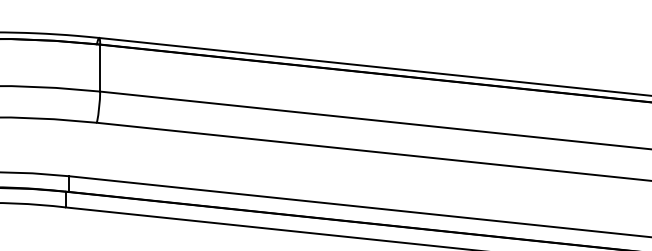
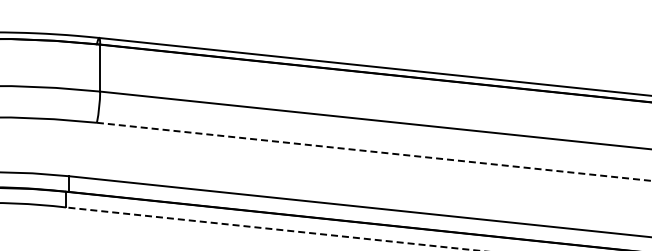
line at (374, 151): solid -> dashed
line at (273, 229): solid -> dashed
